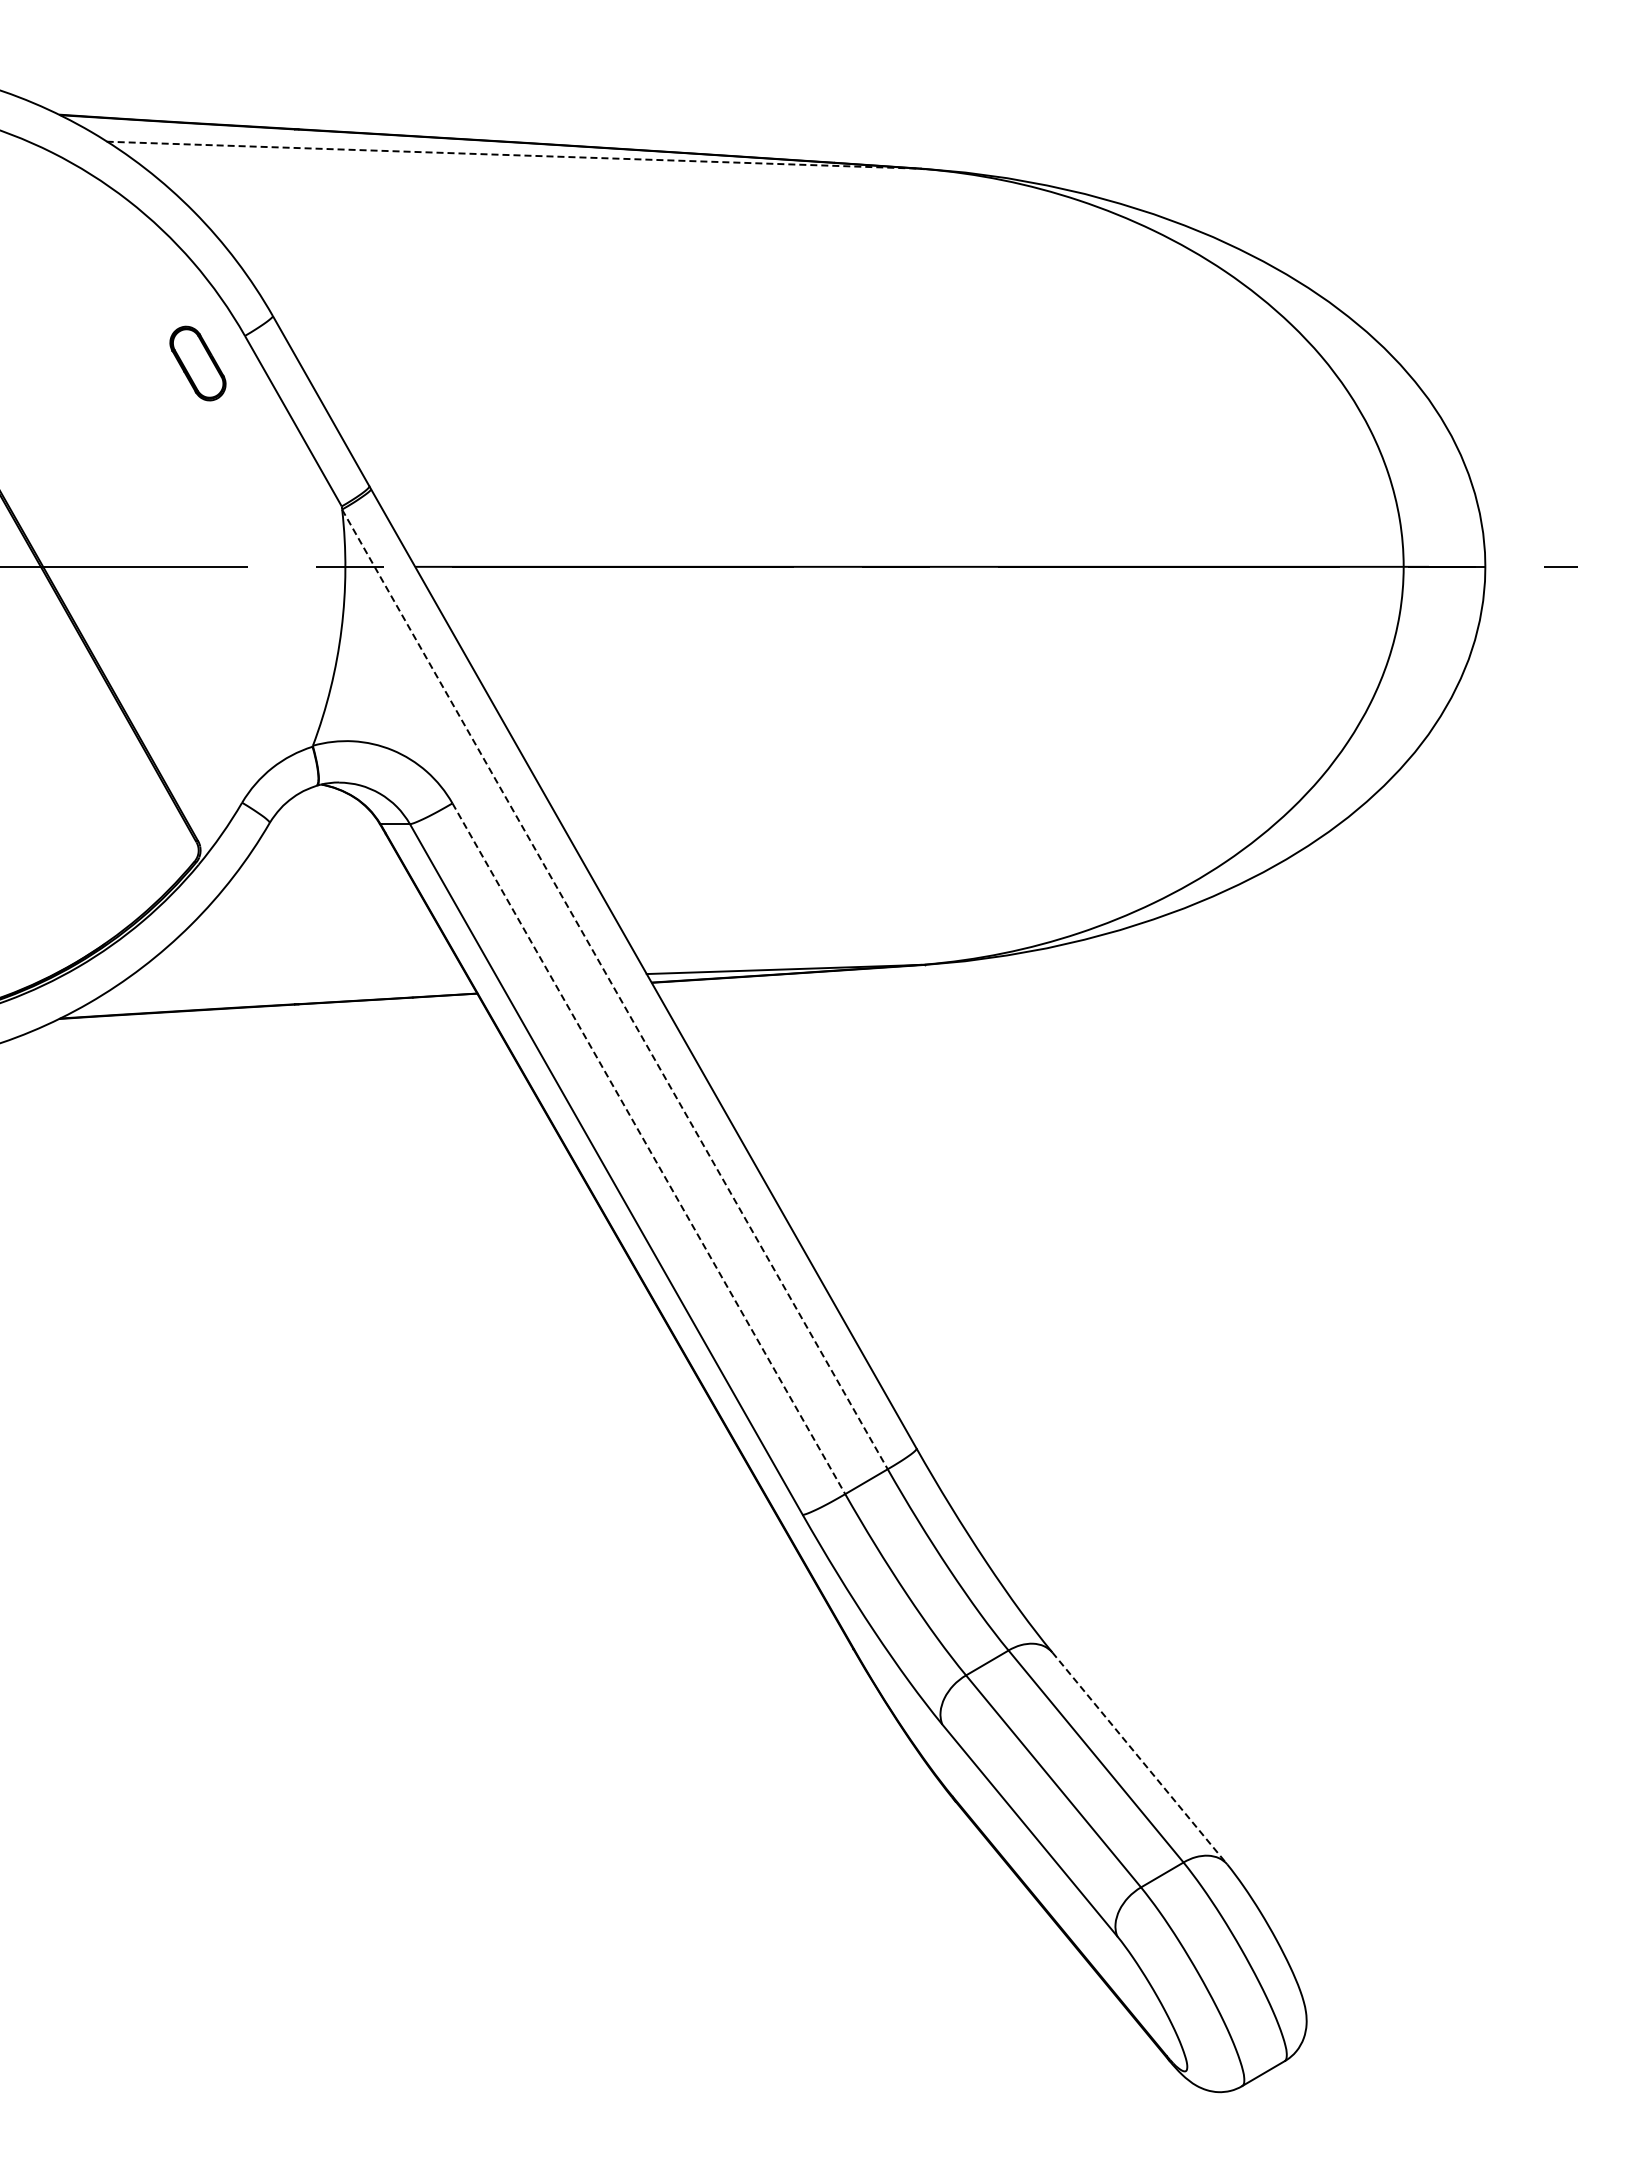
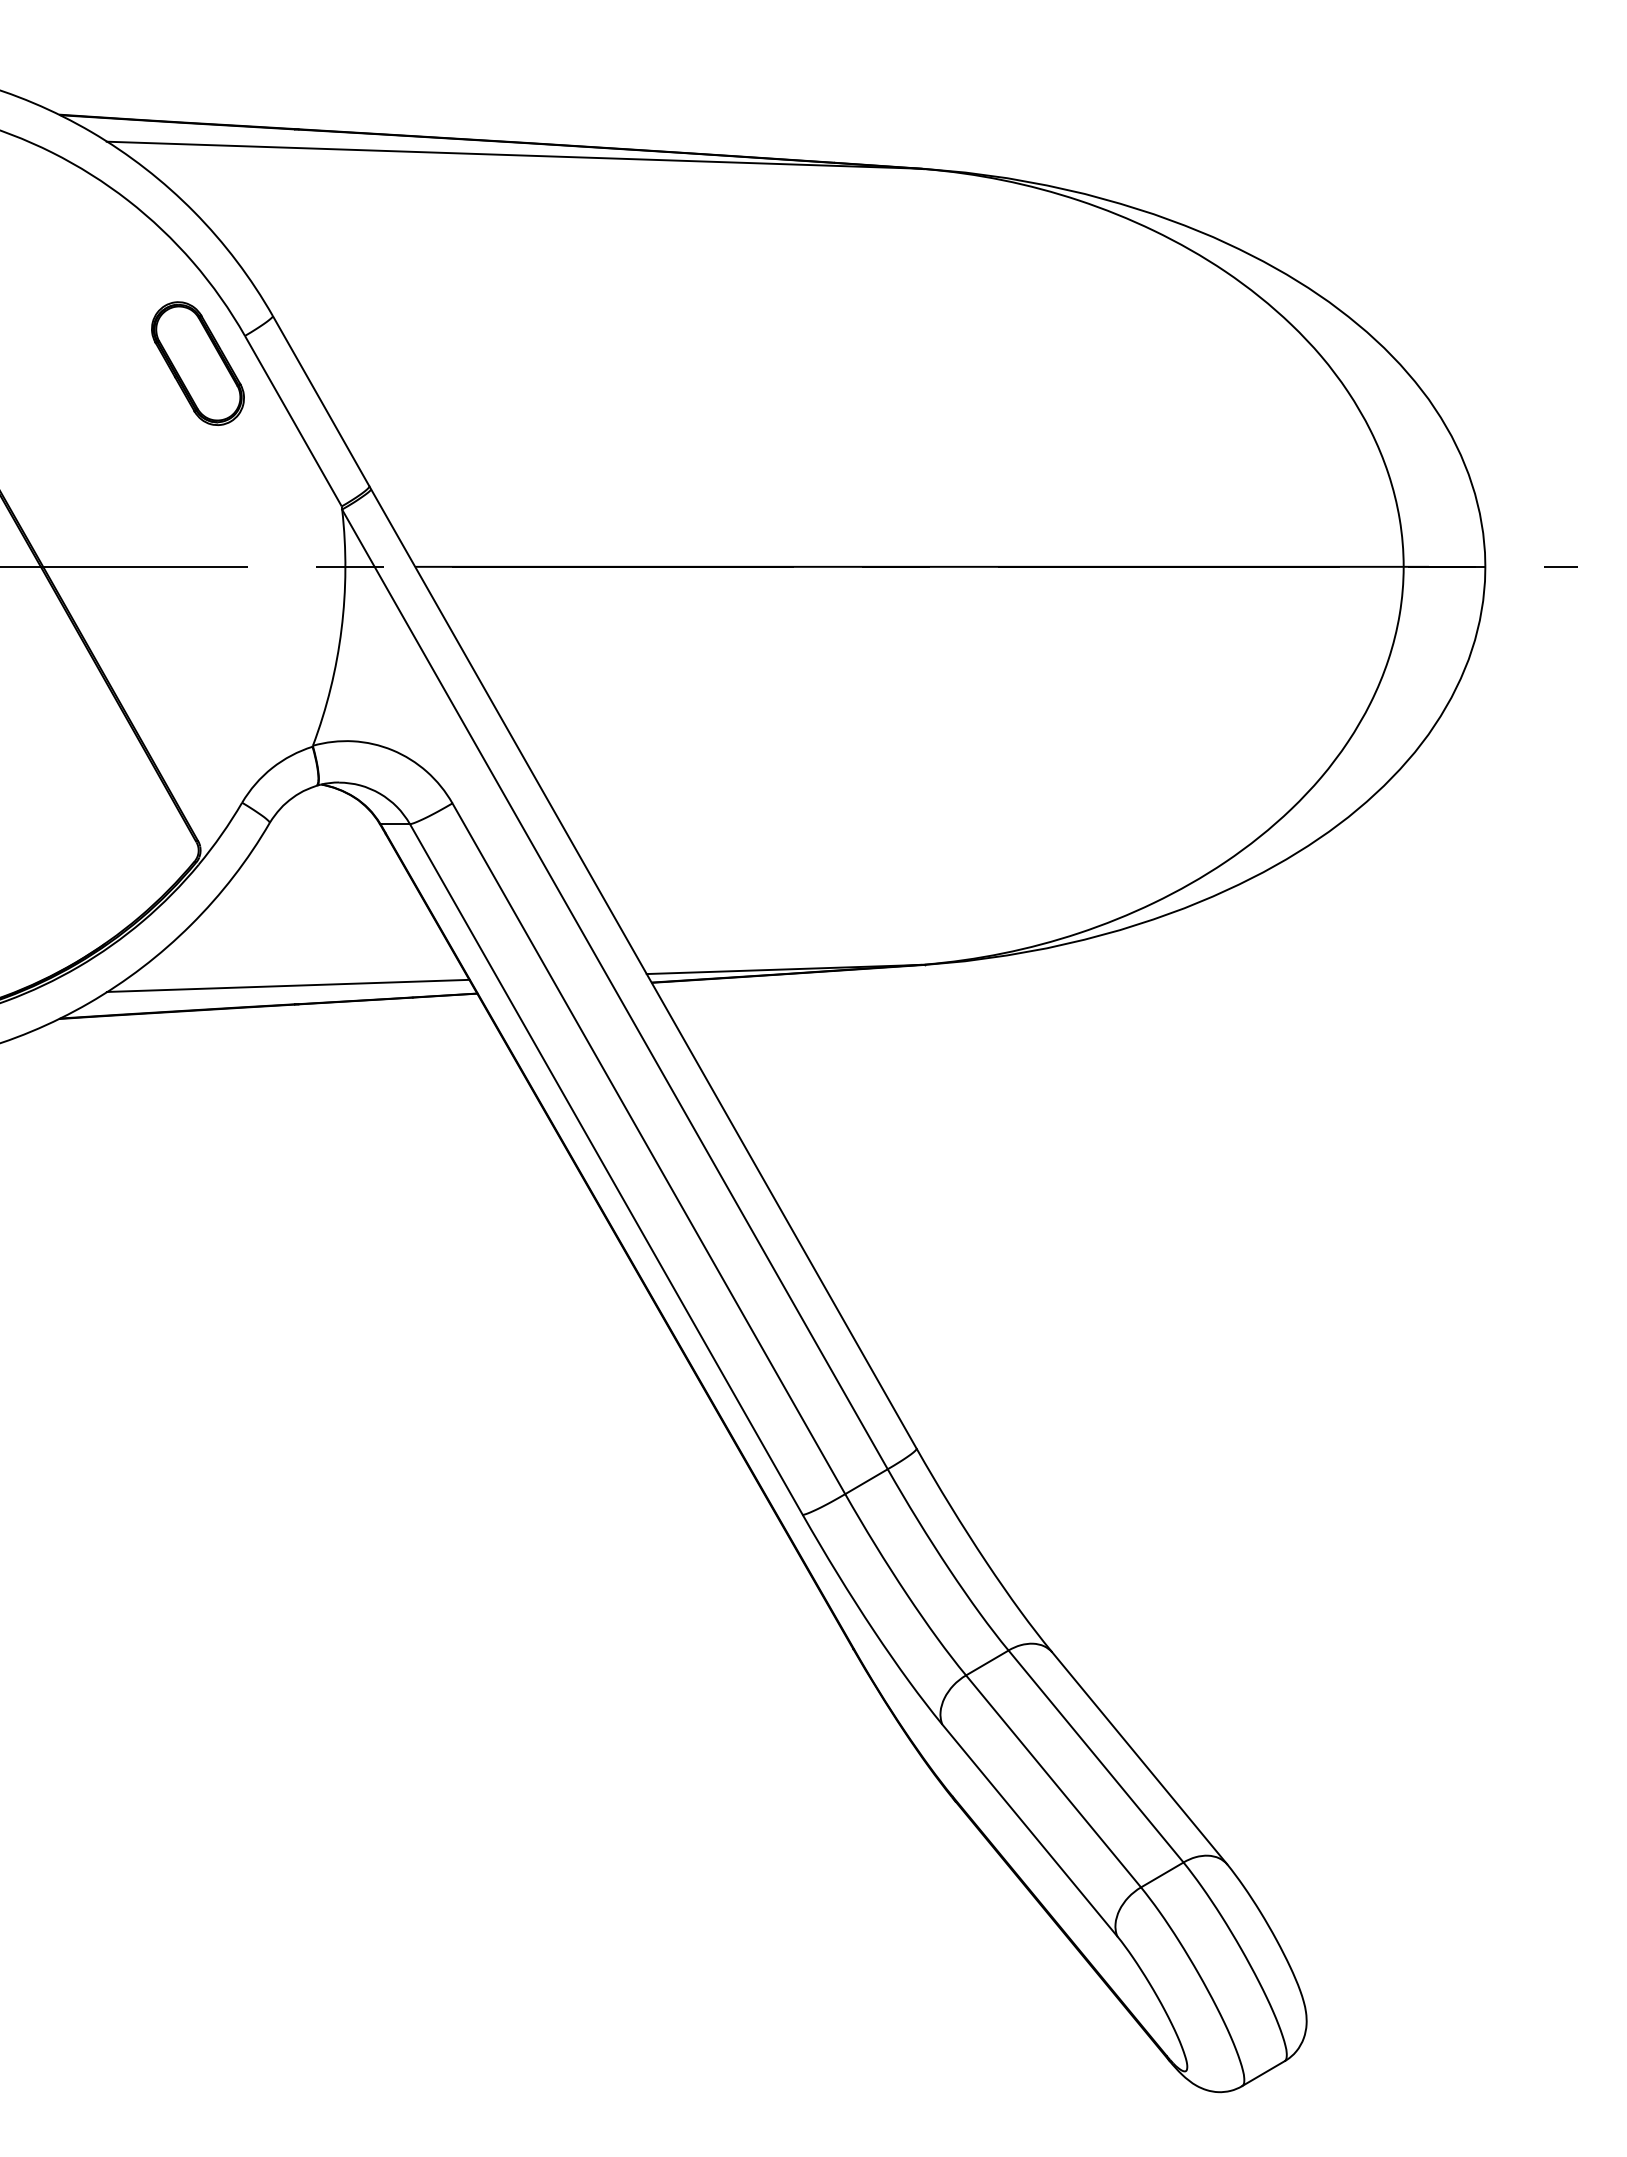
line at (514, 155): dashed -> solid
part at (197, 363) size: 58x77 px -> 94x125 px
line at (287, 985): none -> present
line at (614, 989): dashed -> solid
line at (649, 1149): dashed -> solid
line at (1140, 1758): dashed -> solid
